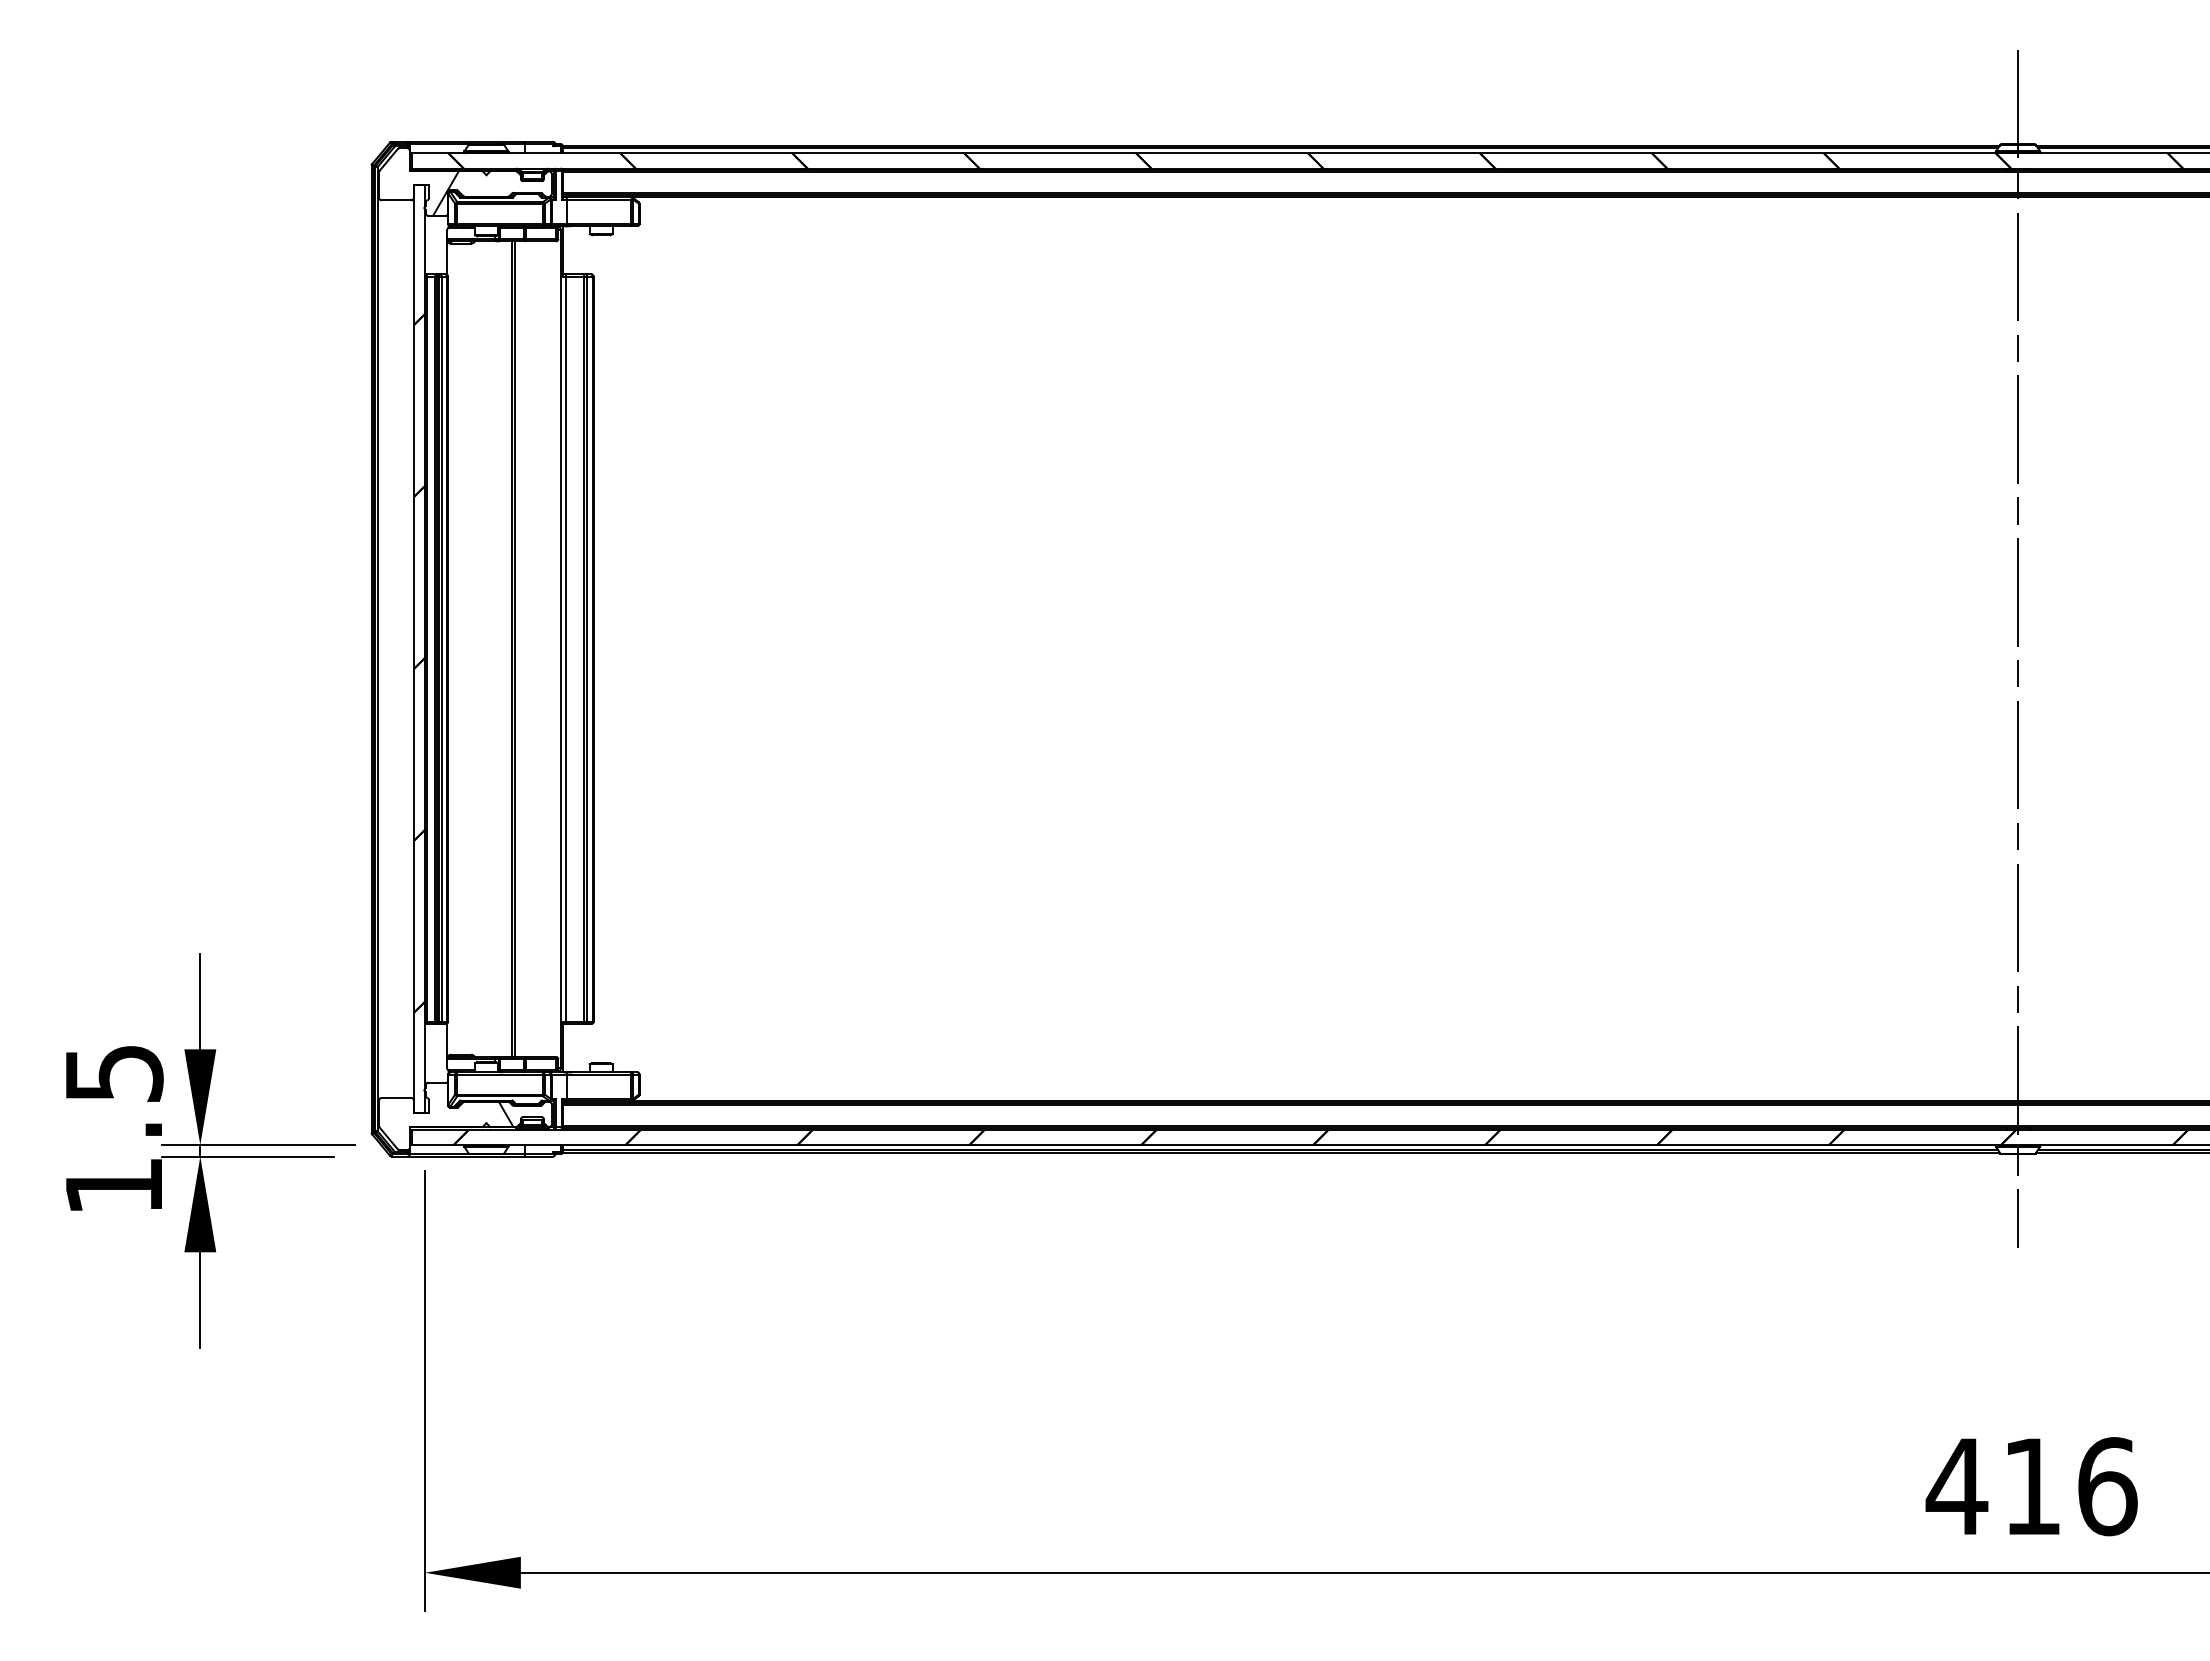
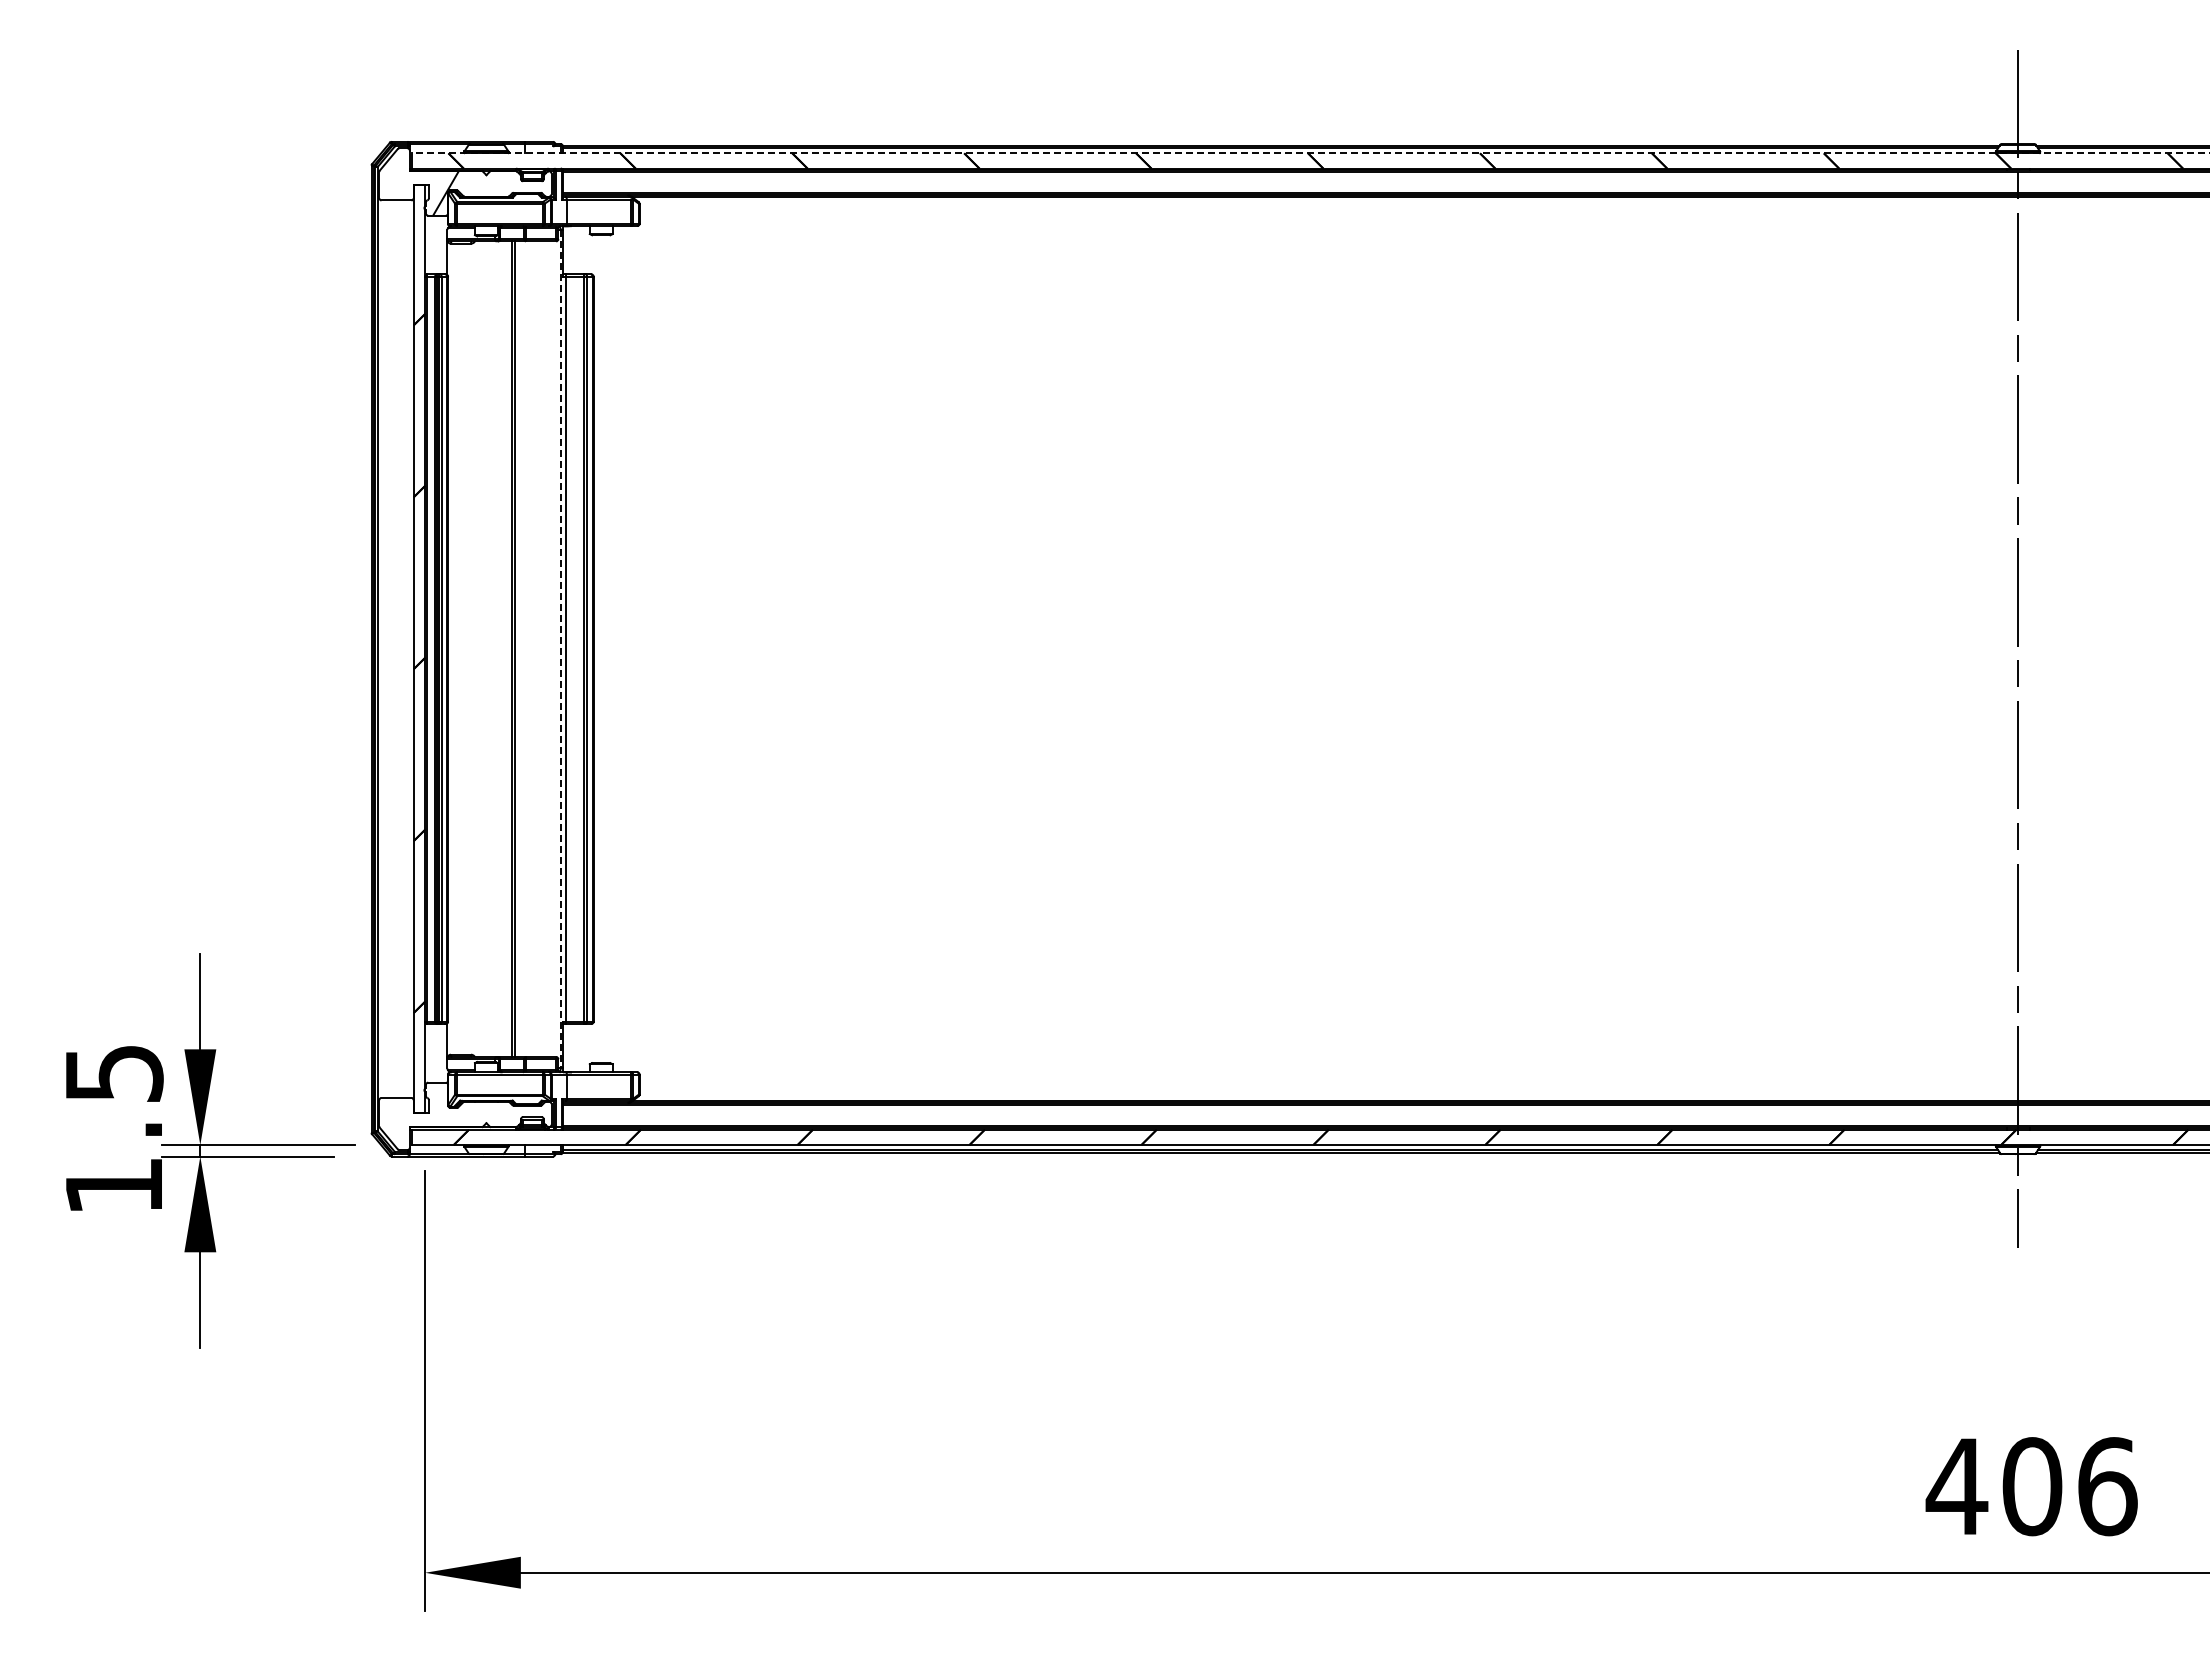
line at (1310, 153): solid -> dashed
line at (560, 649): solid -> dashed
hatch at (505, 1114): present -> none
text at (2032, 1486): 416 -> 406
